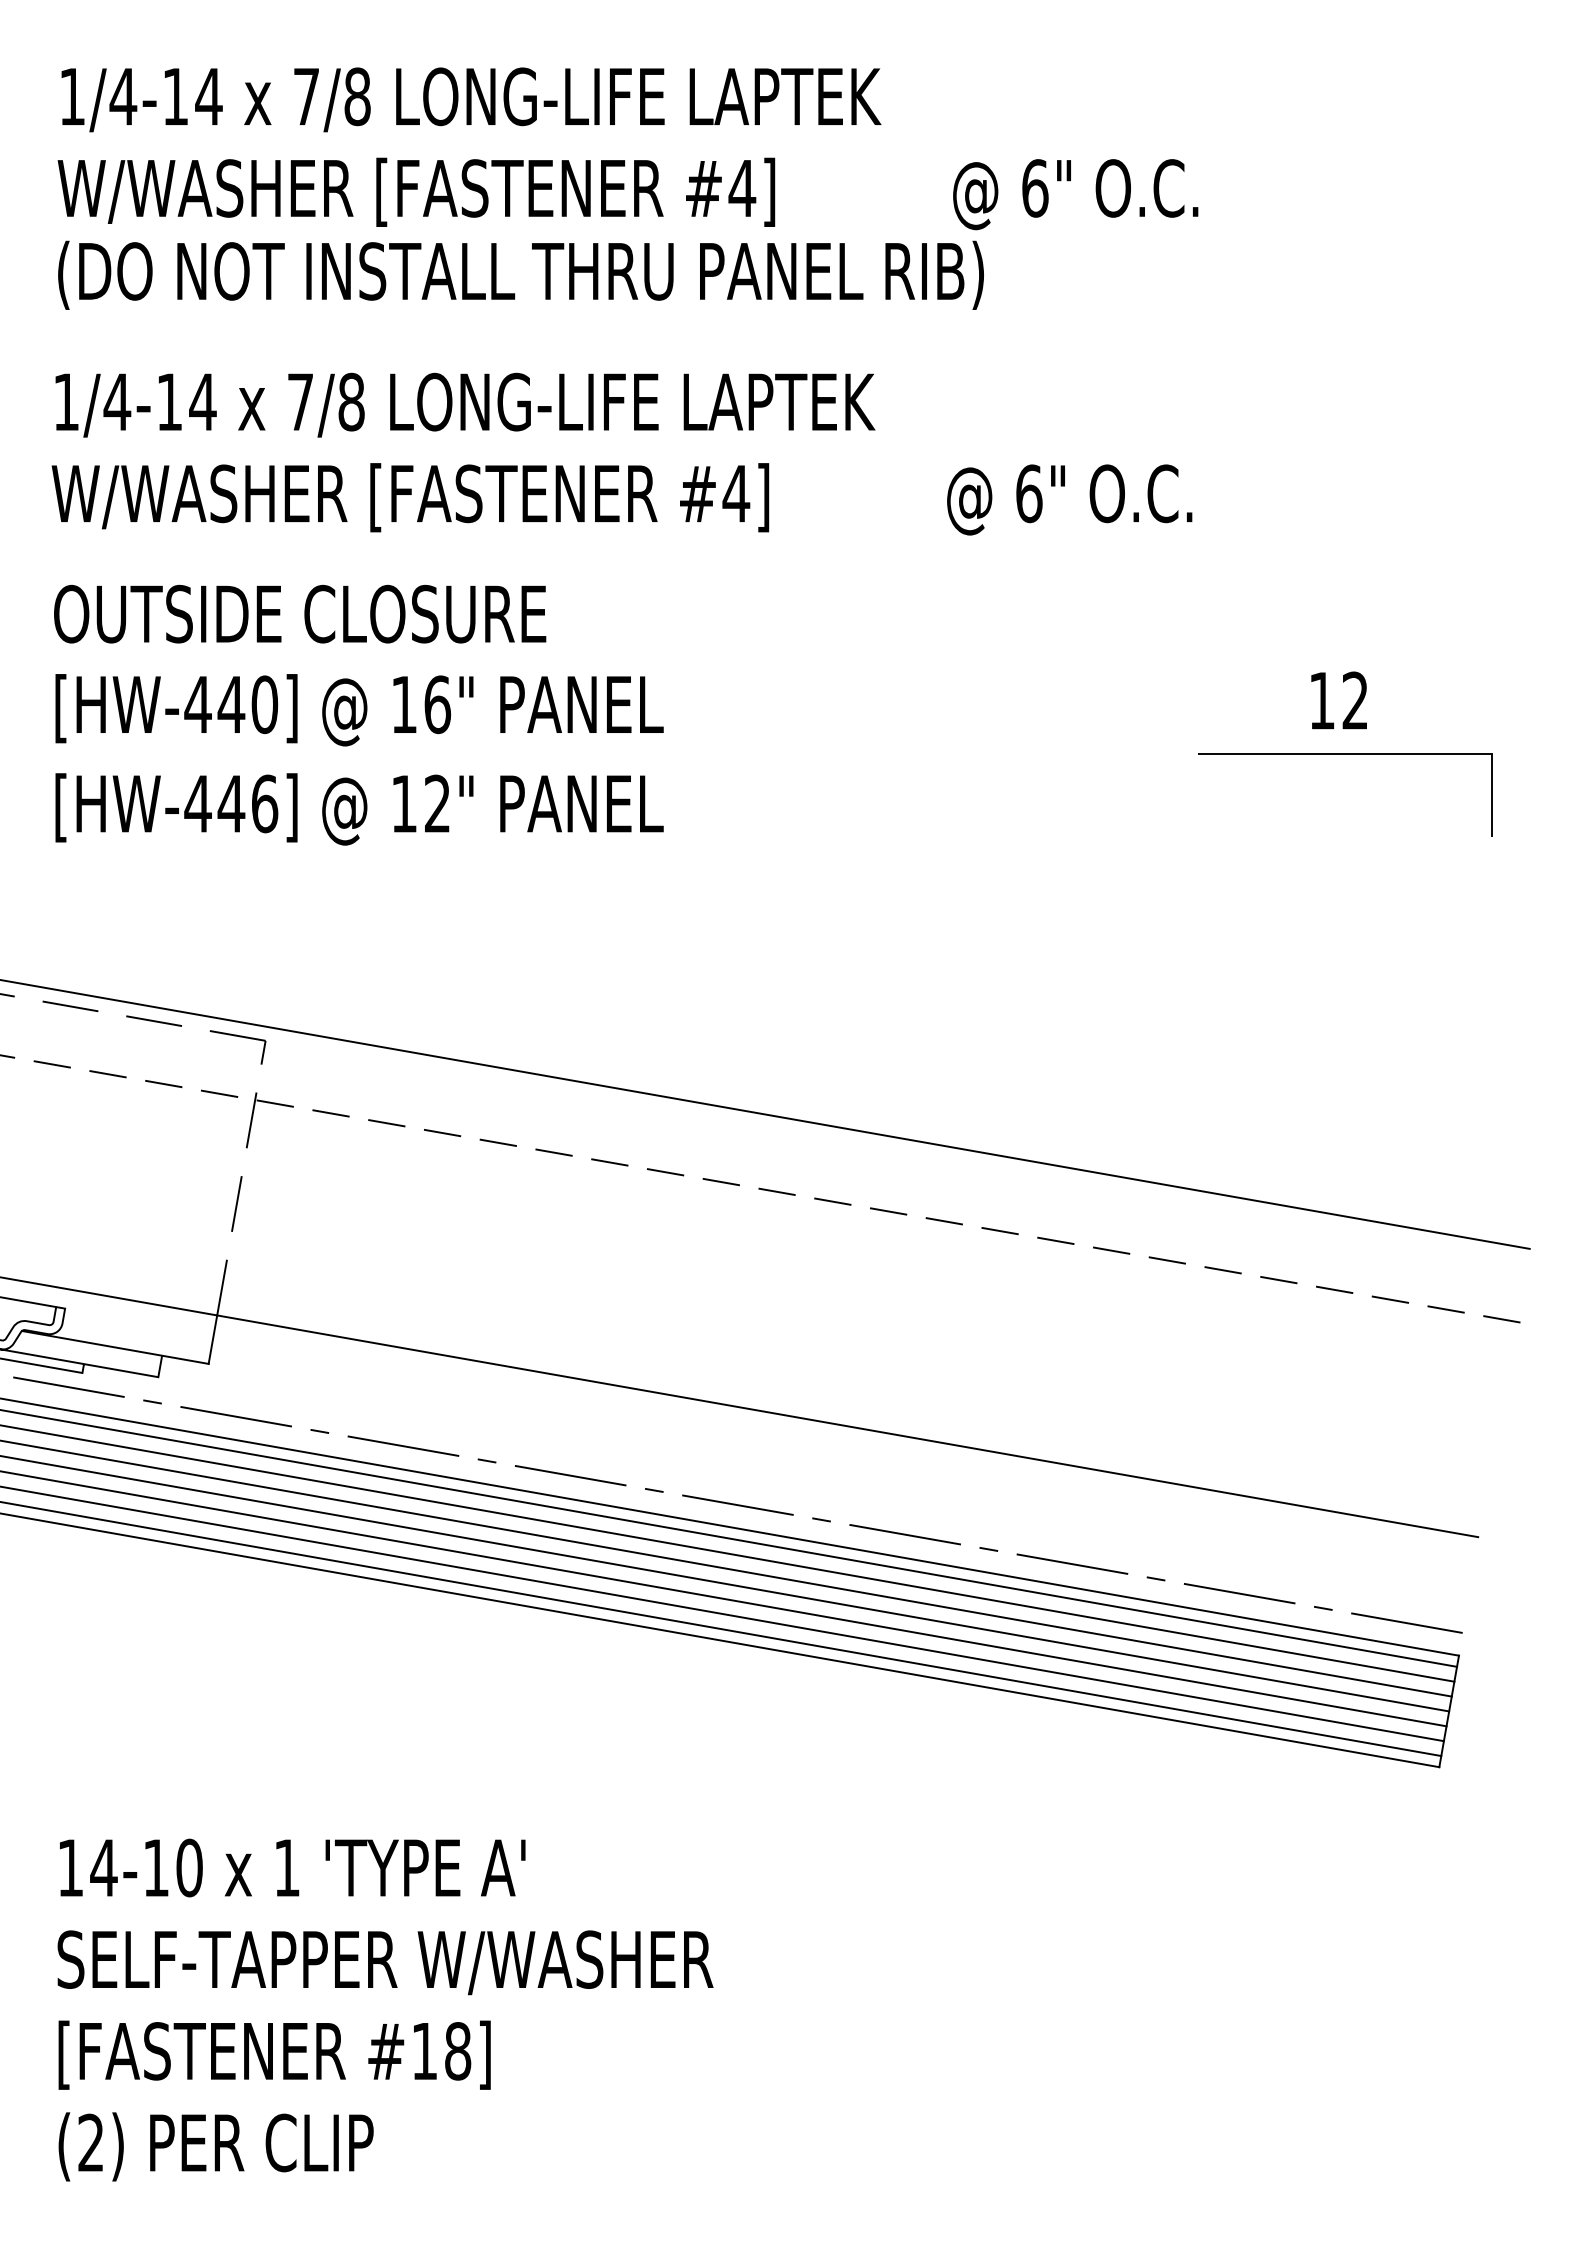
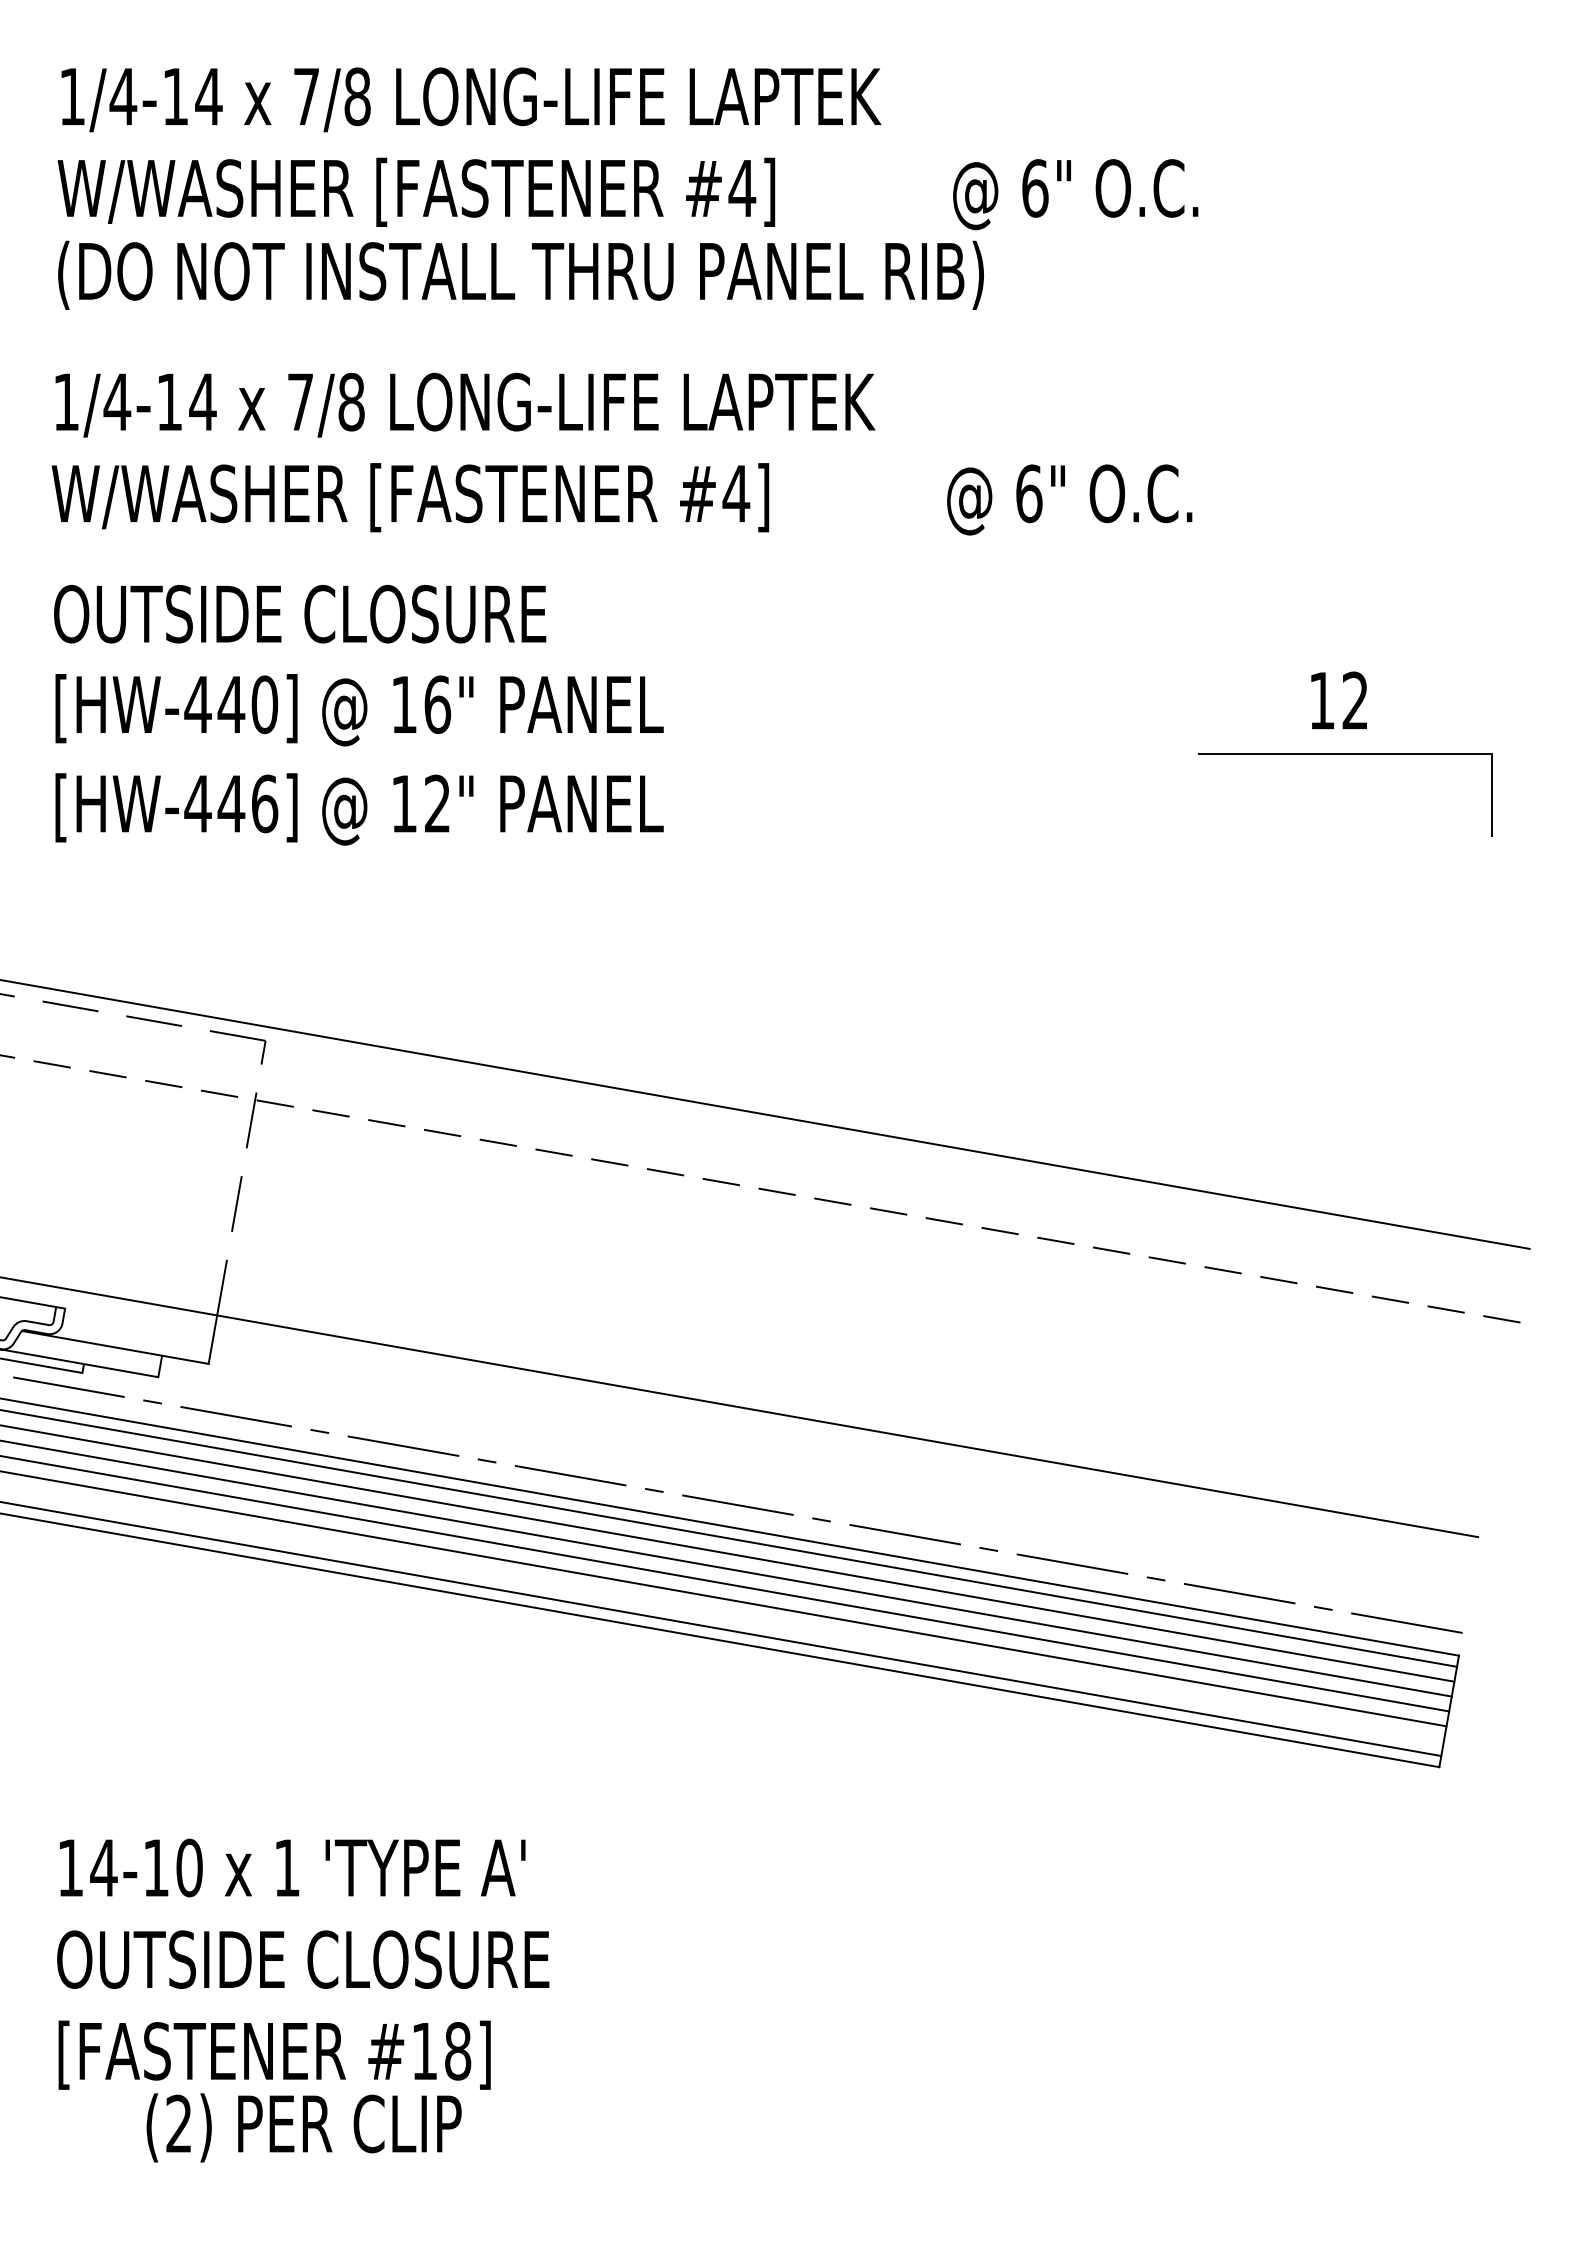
line at (722, 1613): present -> none
text at (385, 1962): SELF-TAPPER W/WASHER -> OUTSIDE CLOSURE
text at (215, 2146) position: (215, 2146) -> (303, 2127)
